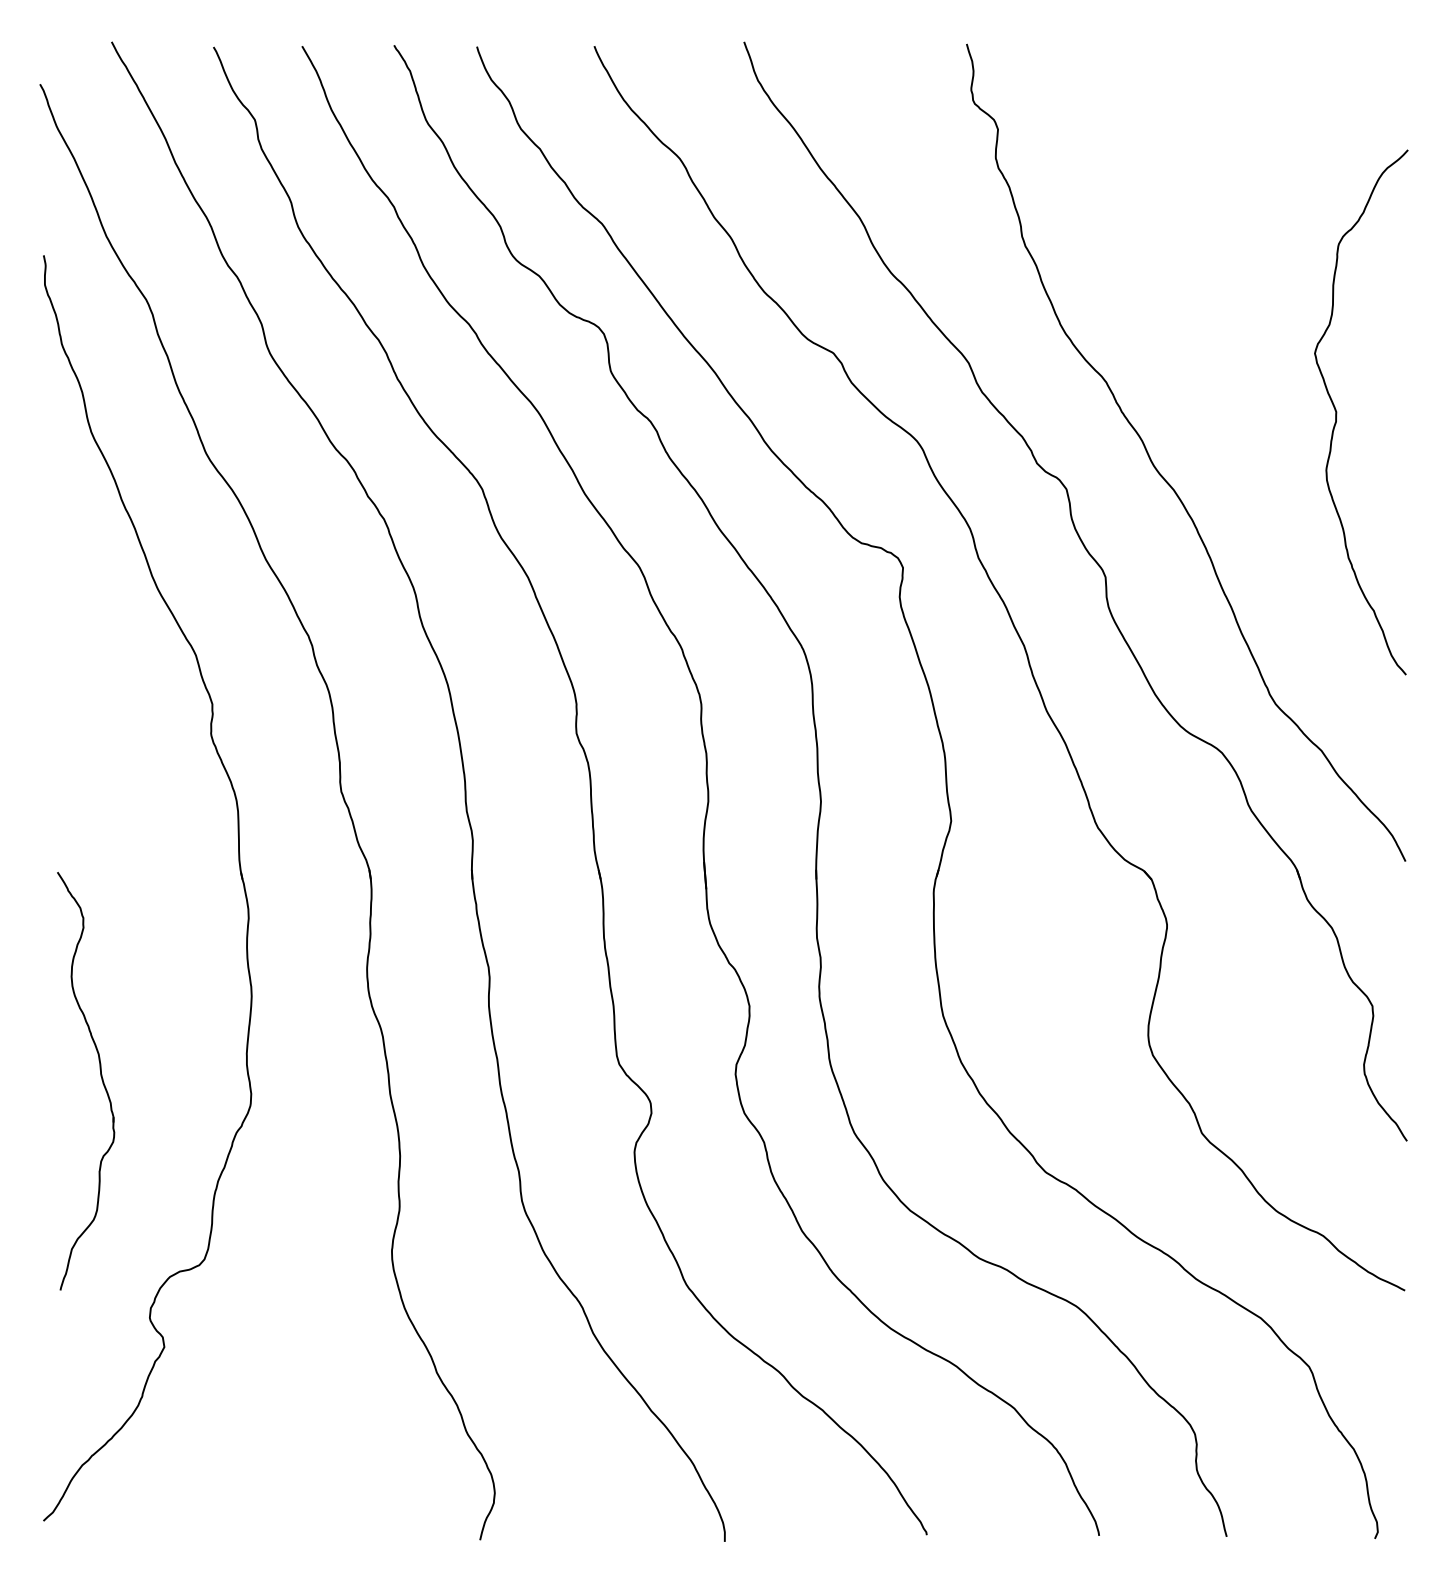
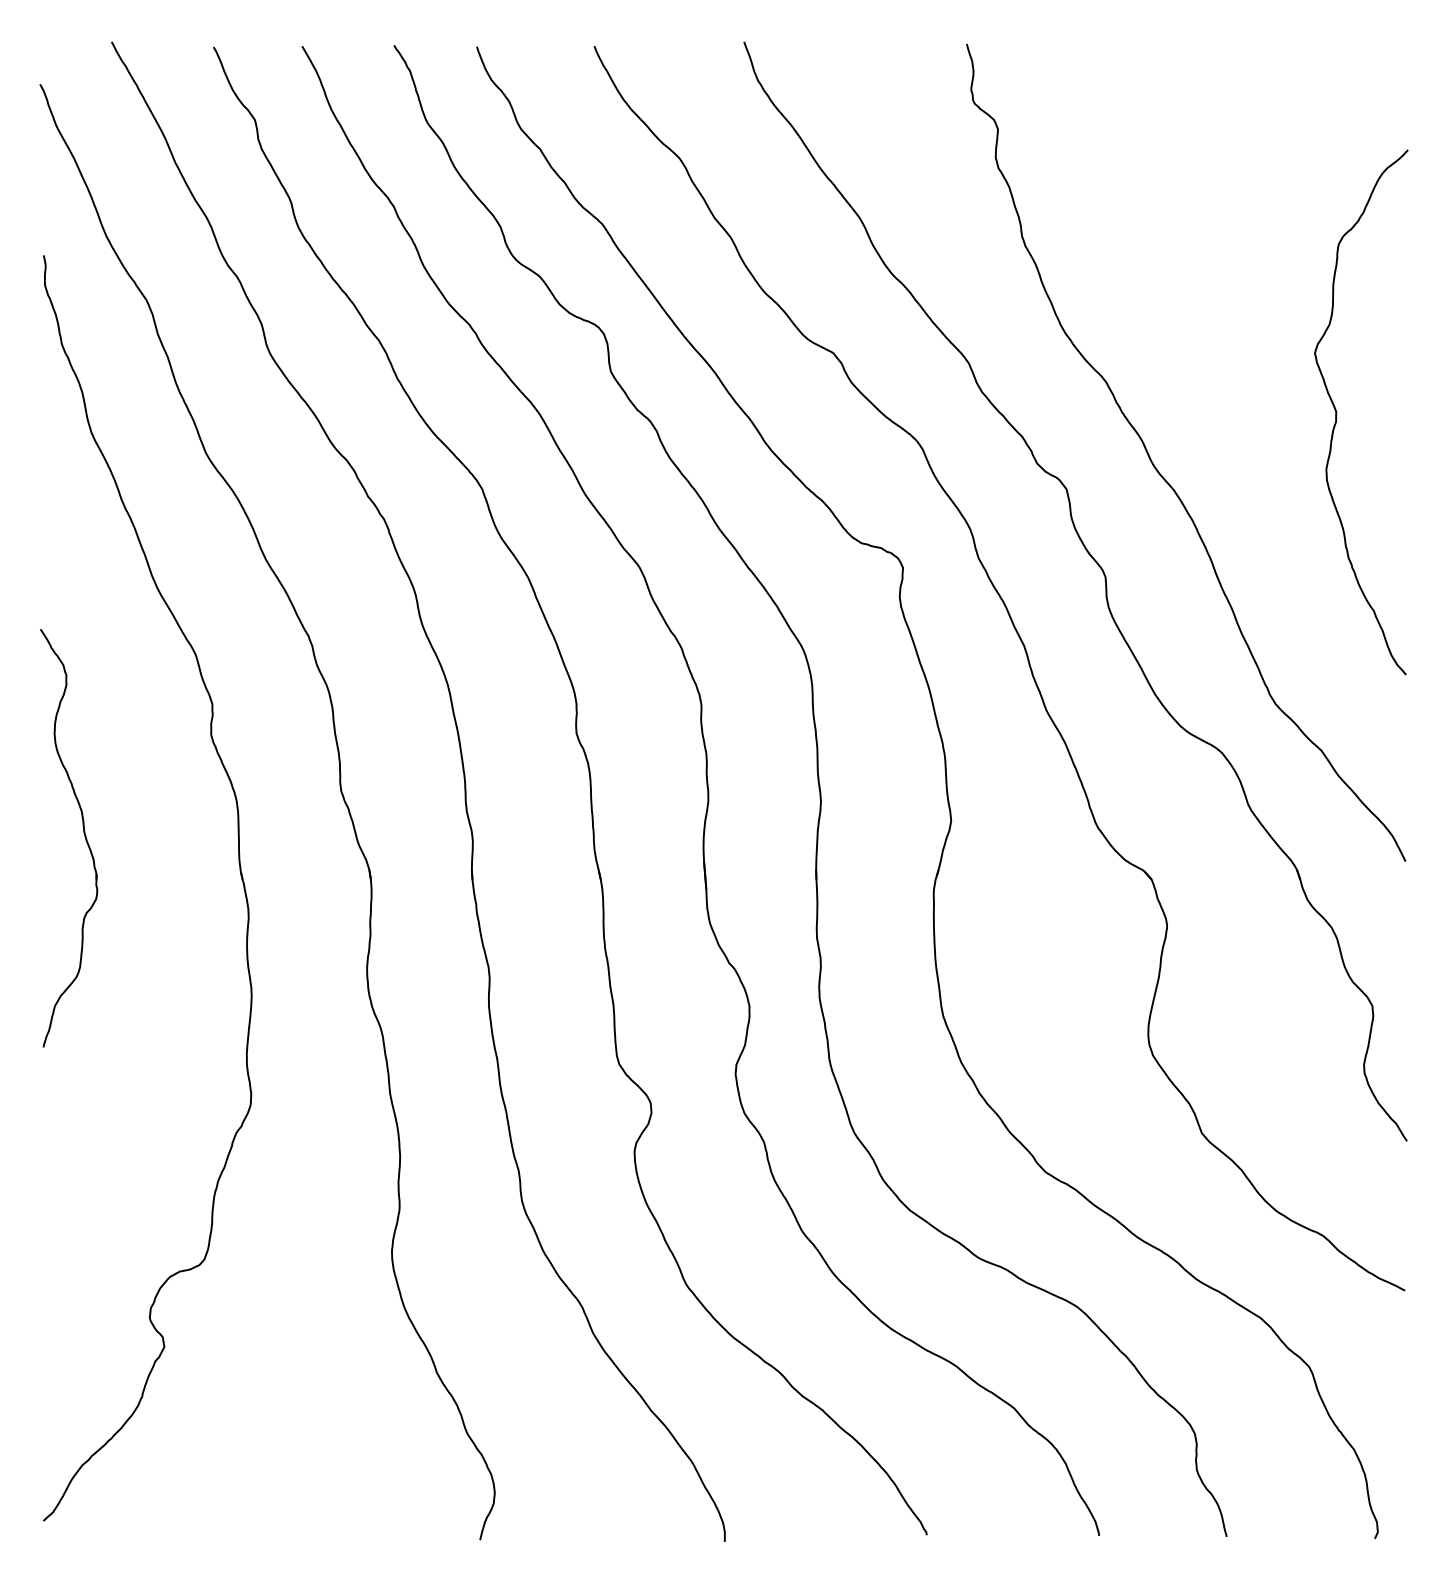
part at (100, 1076) position: (100, 1076) -> (83, 833)
